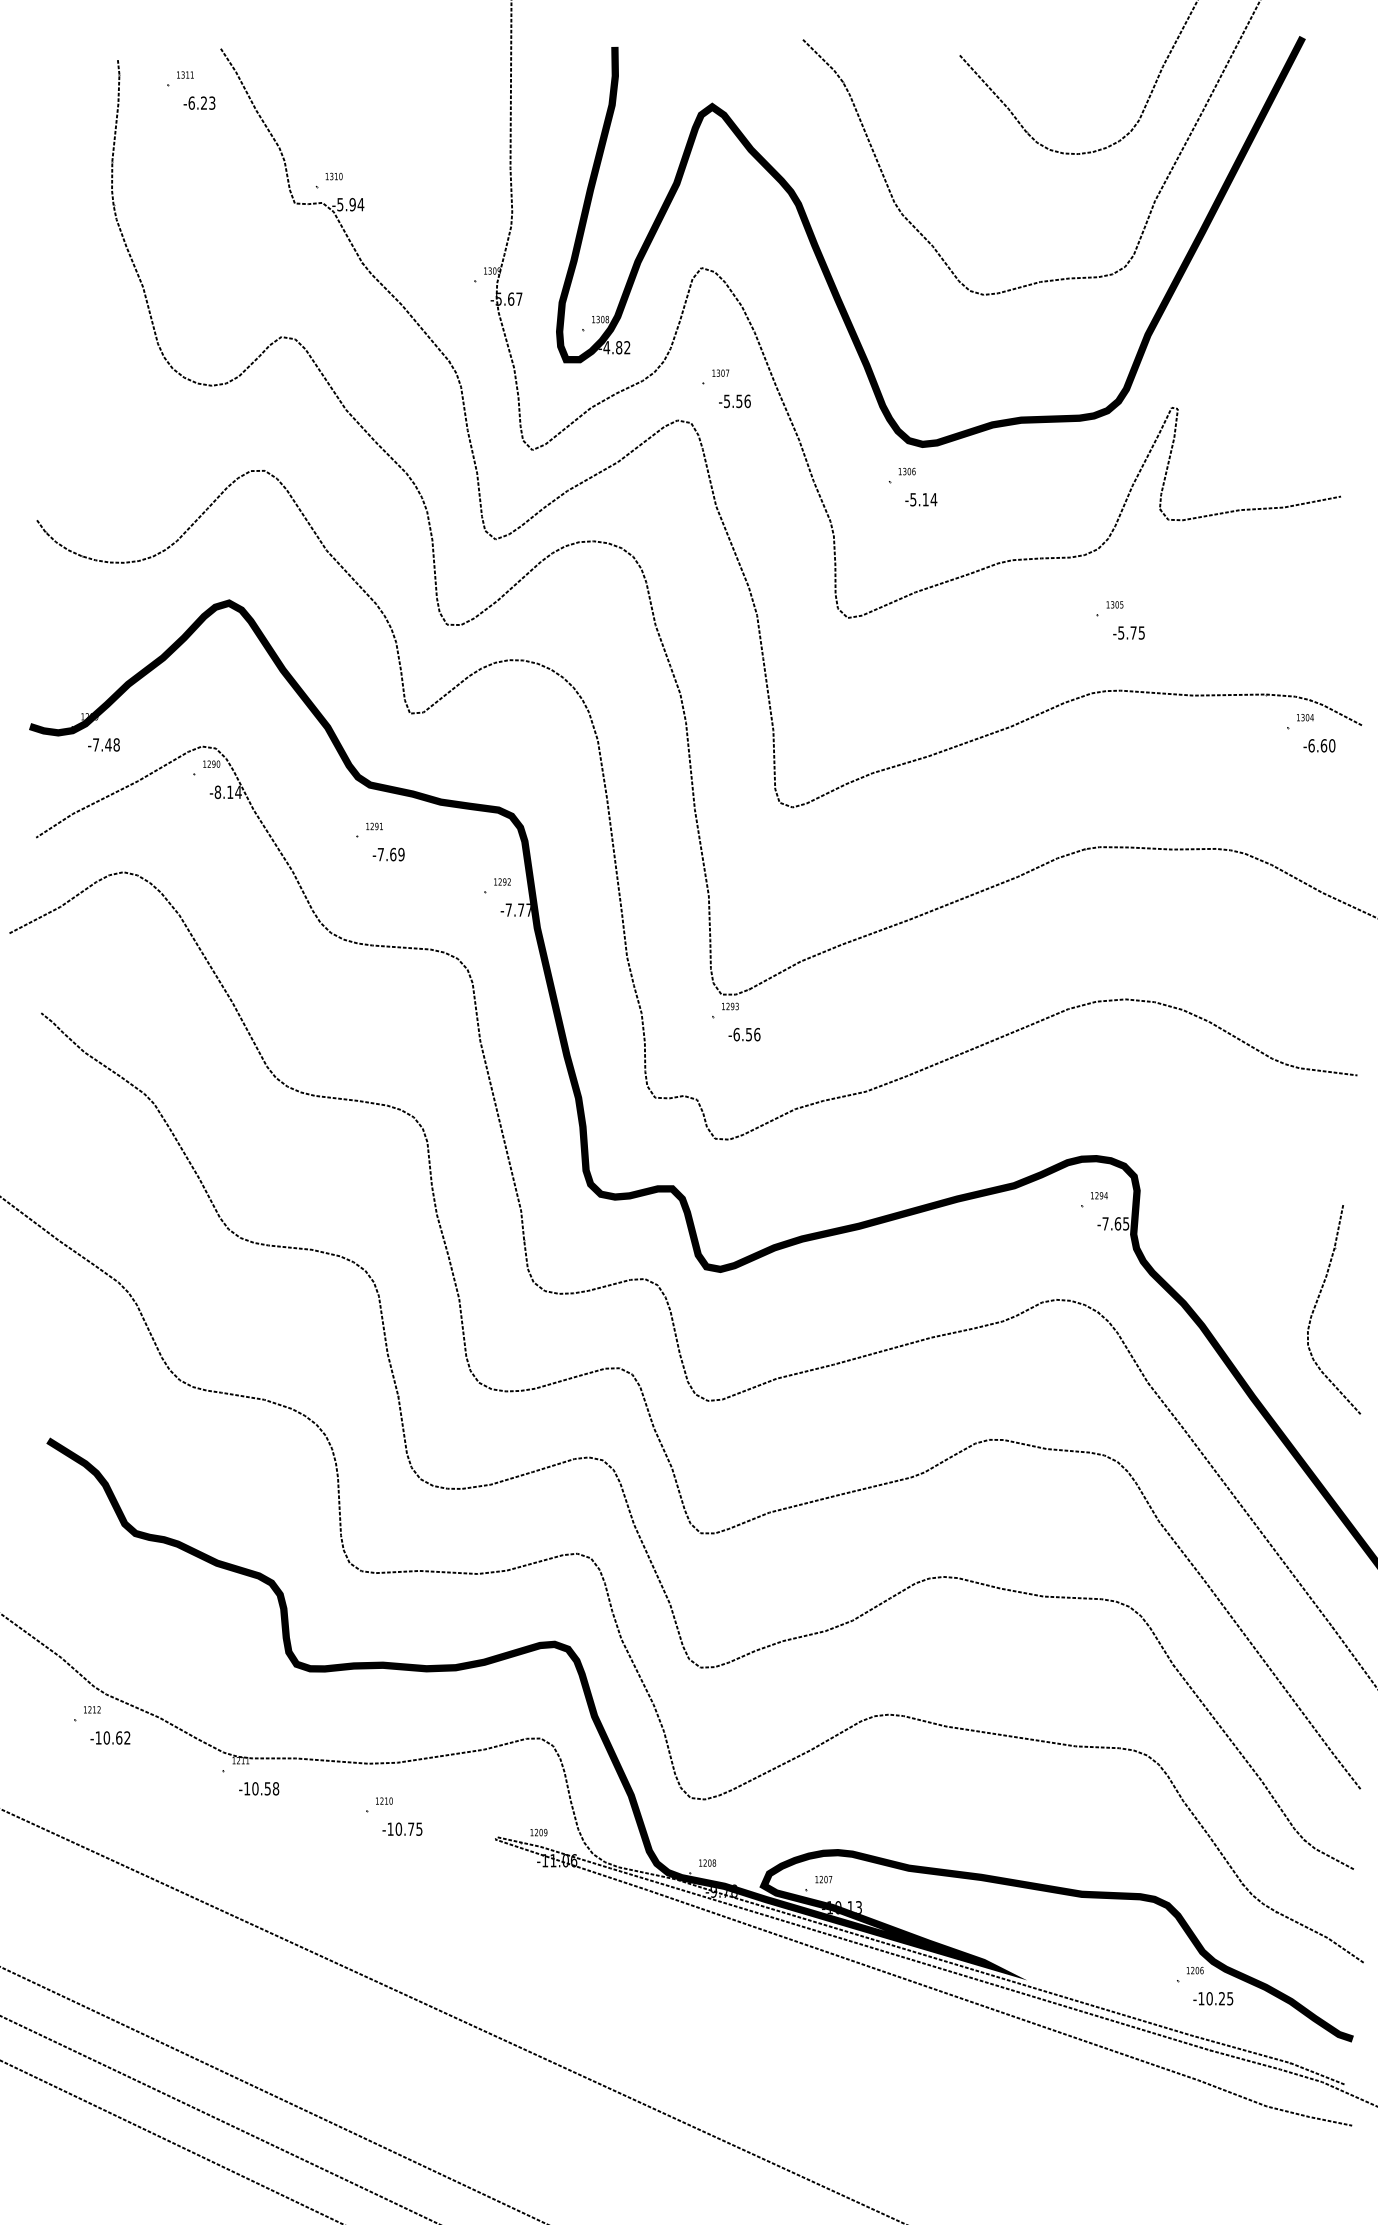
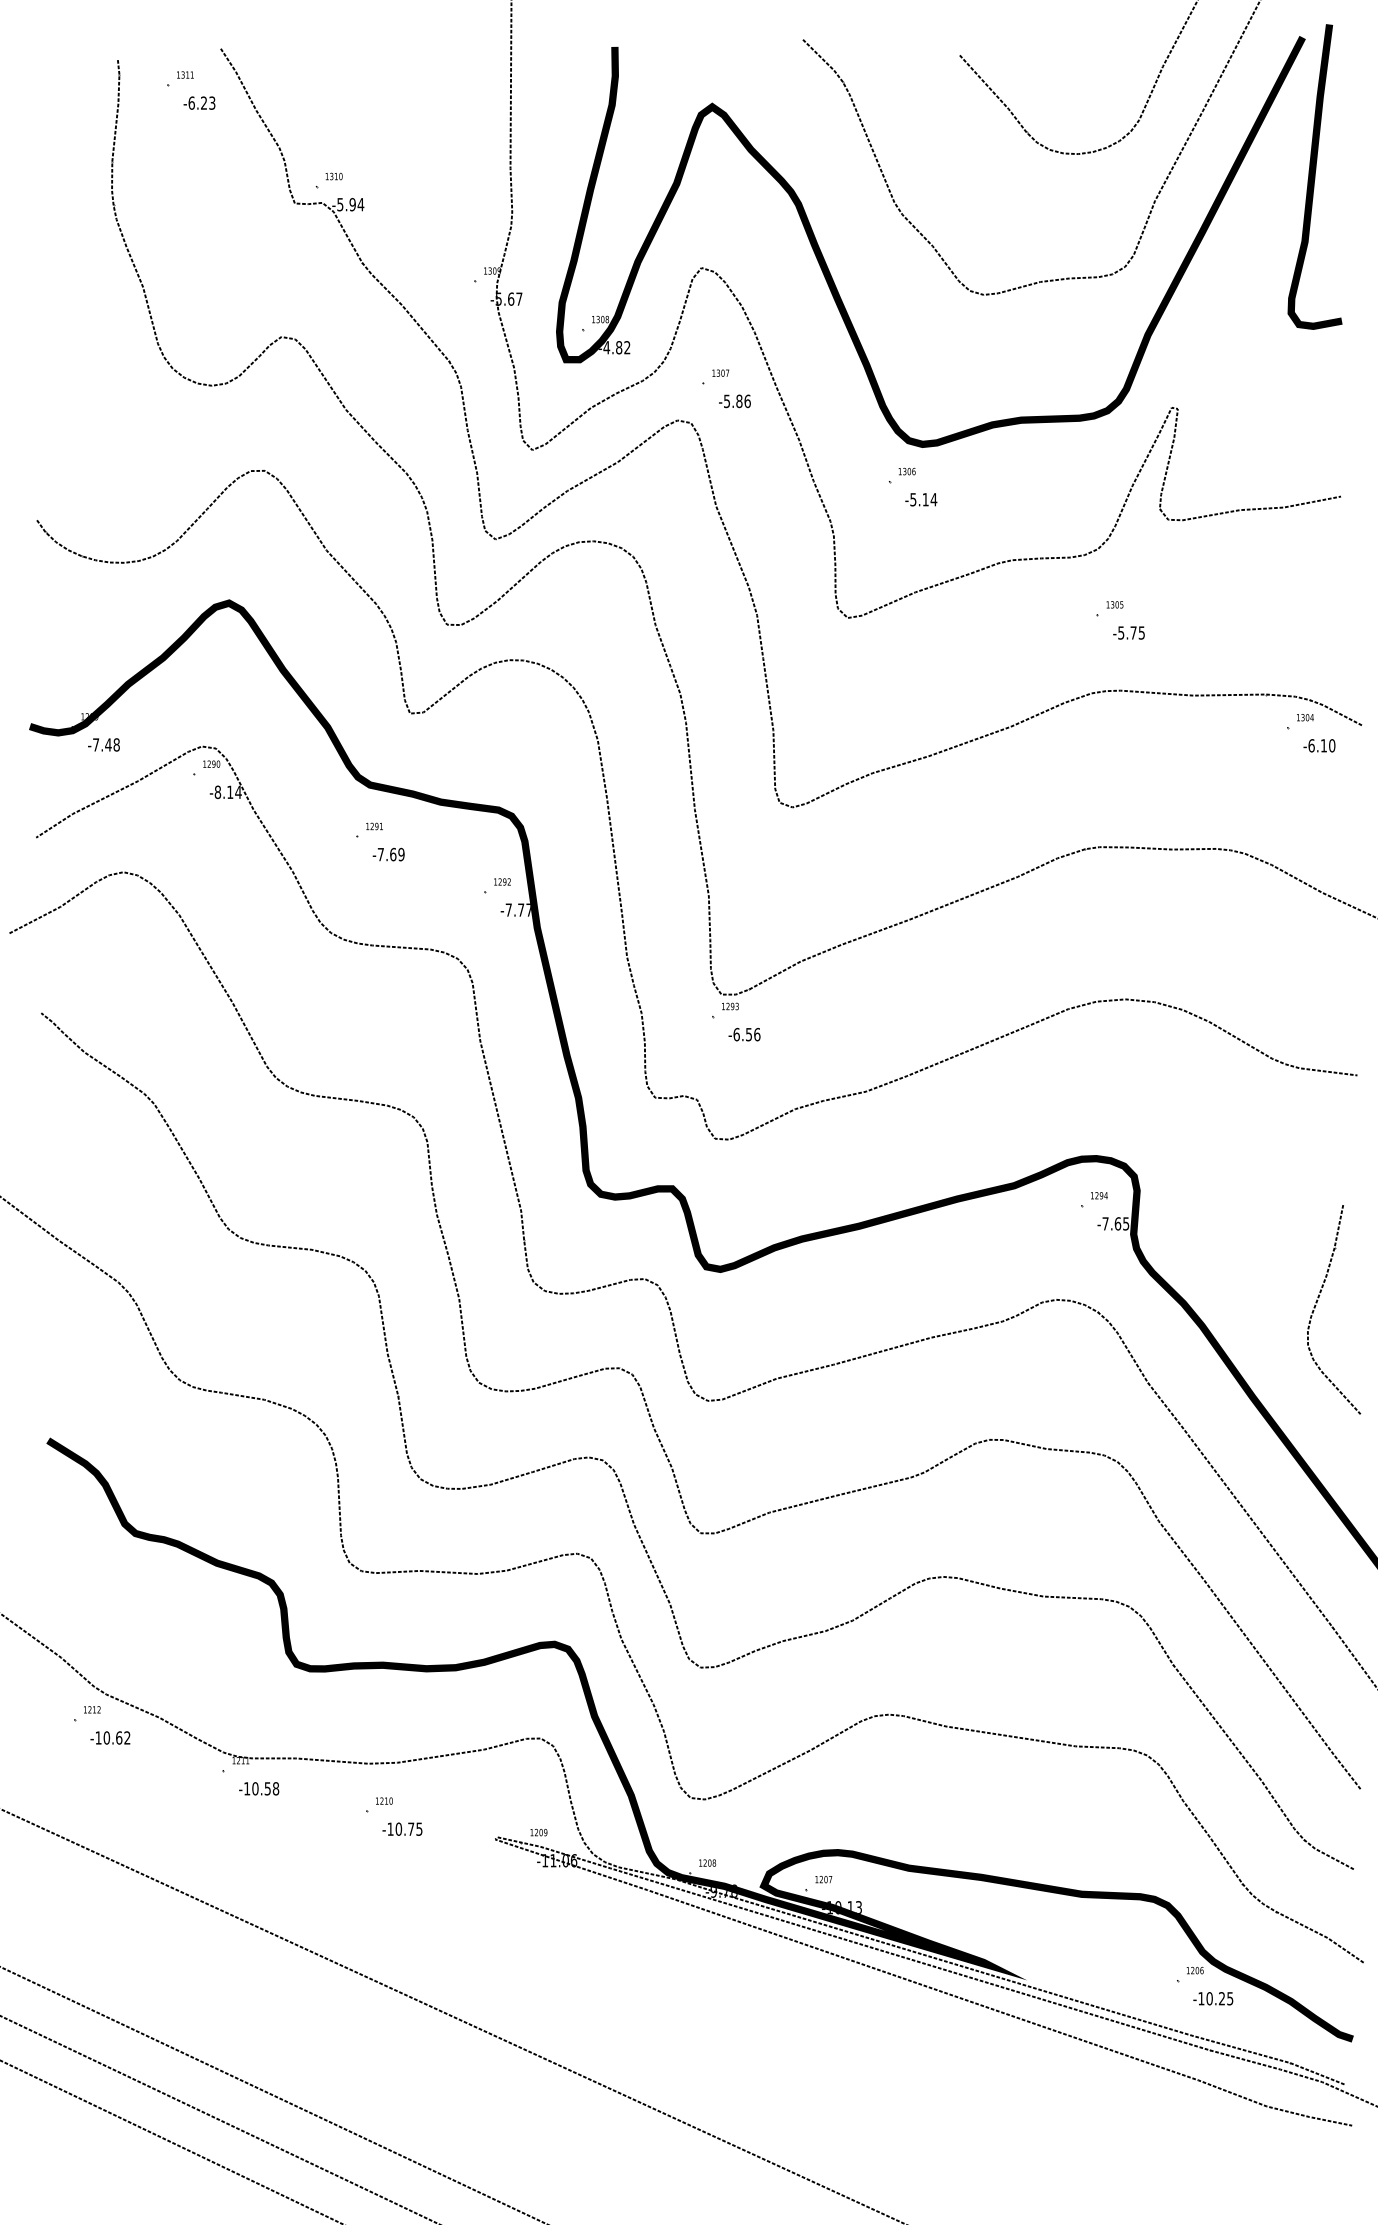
curve at (1314, 176): none -> present
text at (739, 401): -5.56 -> -5.86
text at (1323, 745): -6.60 -> -6.10
